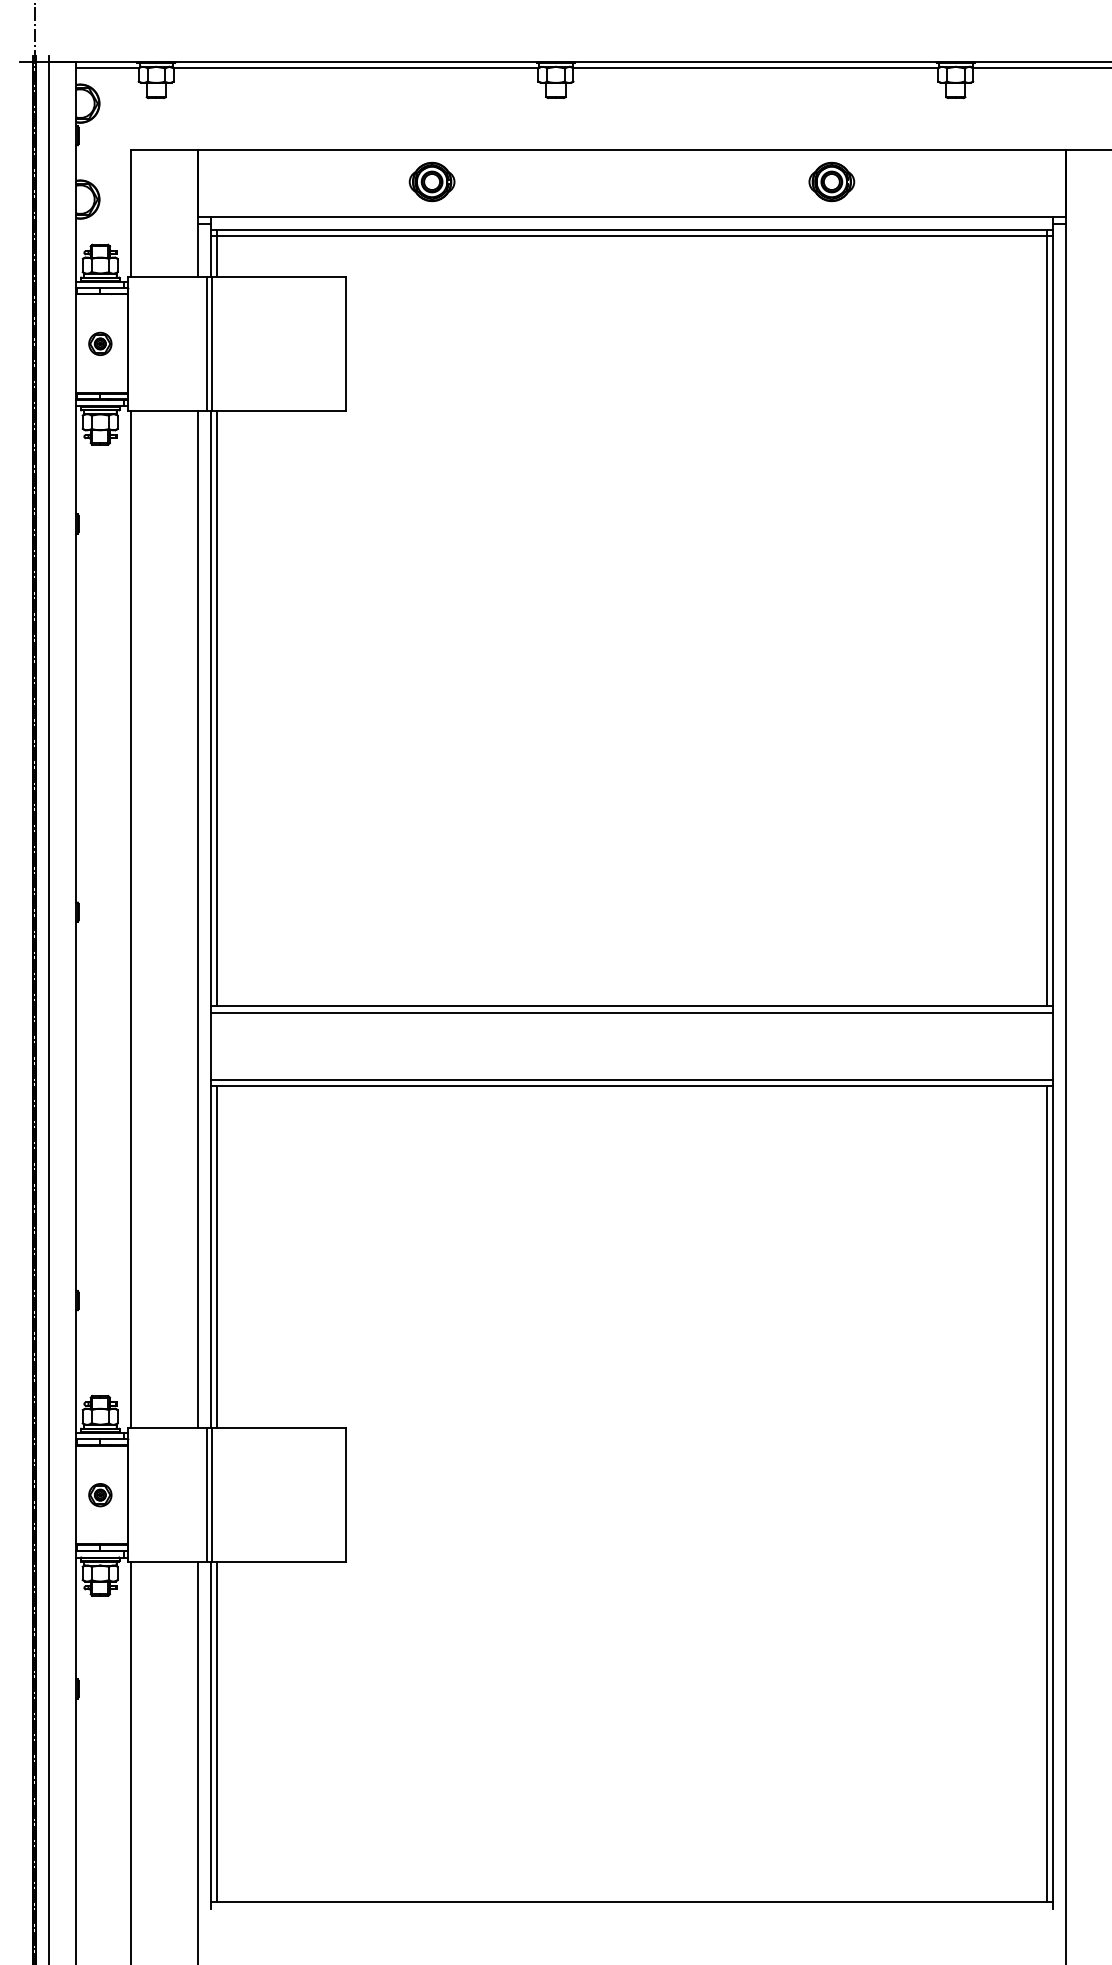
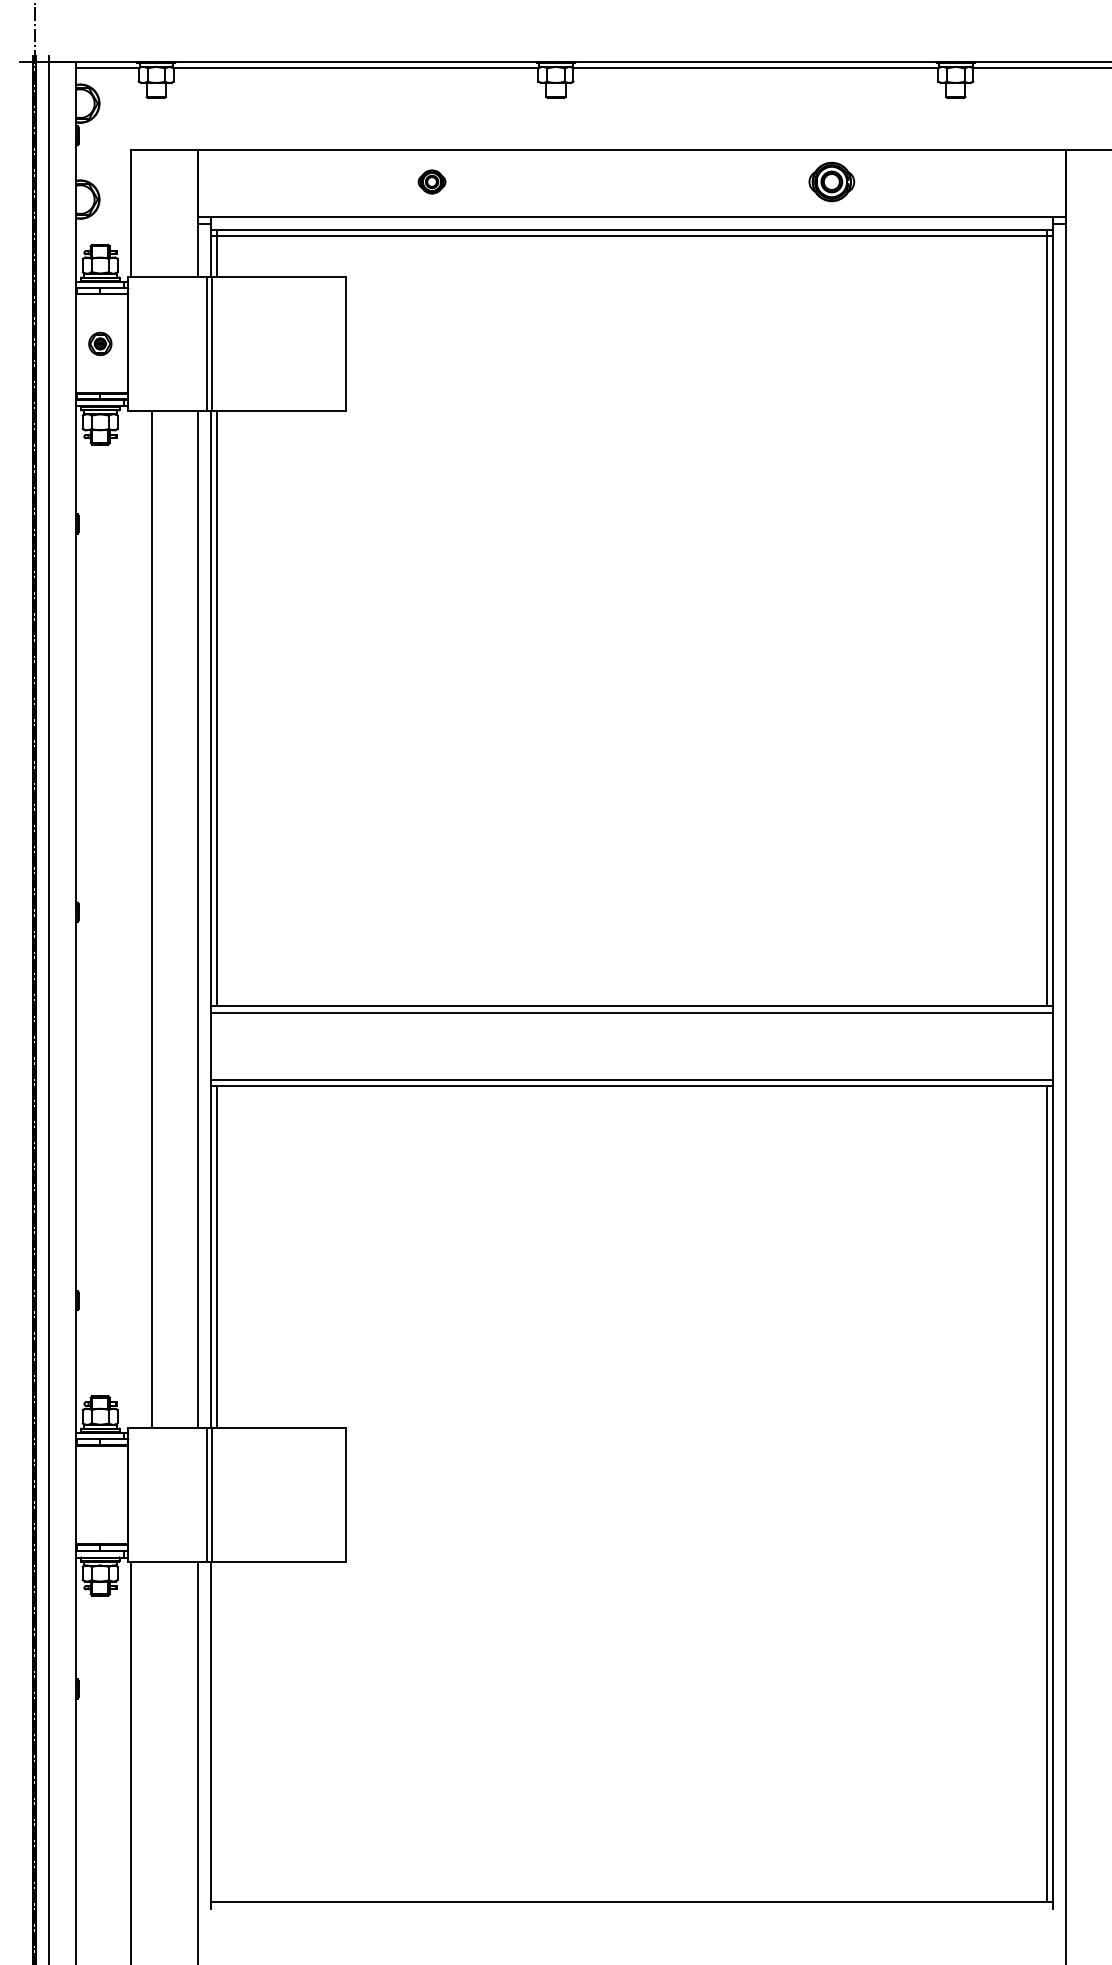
part at (431, 181) size: 48x42 px -> 30x26 px
line at (130, 919) position: (130, 919) -> (151, 919)
part at (100, 1495): present -> none
line at (217, 1732): present -> none
